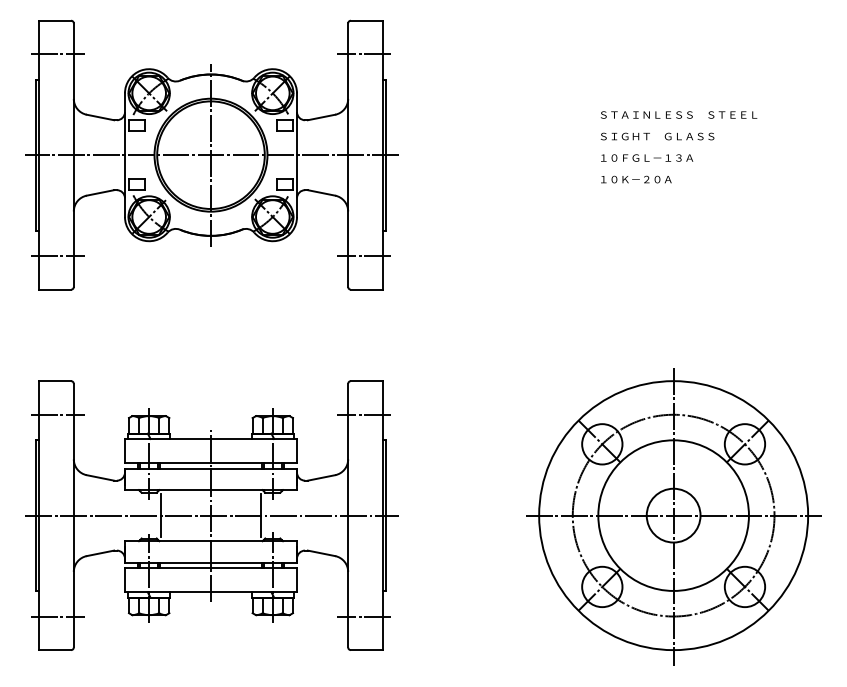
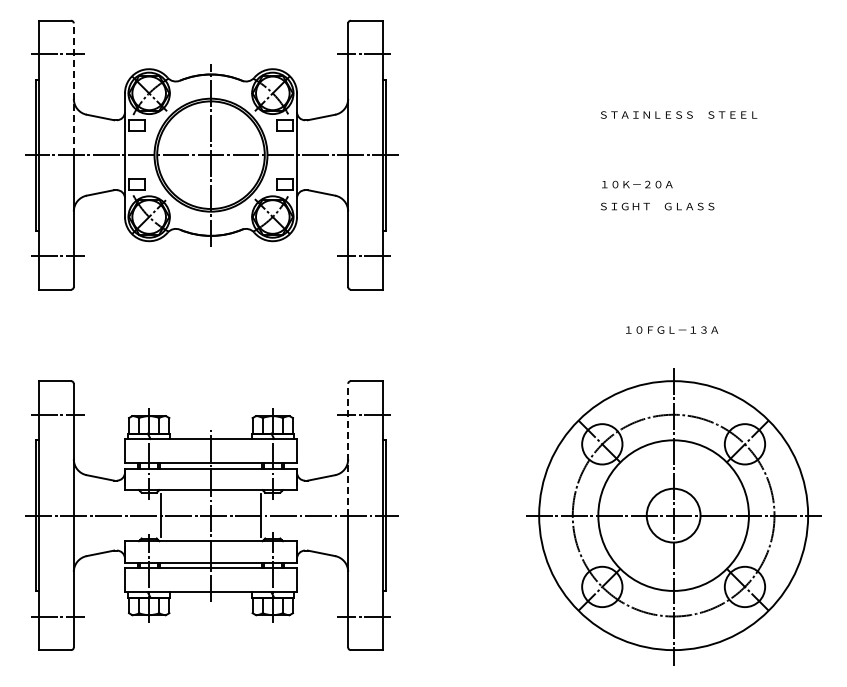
line at (73, 89): solid -> dashed
text at (657, 136) position: (657, 136) -> (657, 206)
text at (647, 157) position: (647, 157) -> (672, 329)
text at (636, 179) position: (636, 179) -> (637, 184)
line at (348, 449): solid -> dashed
